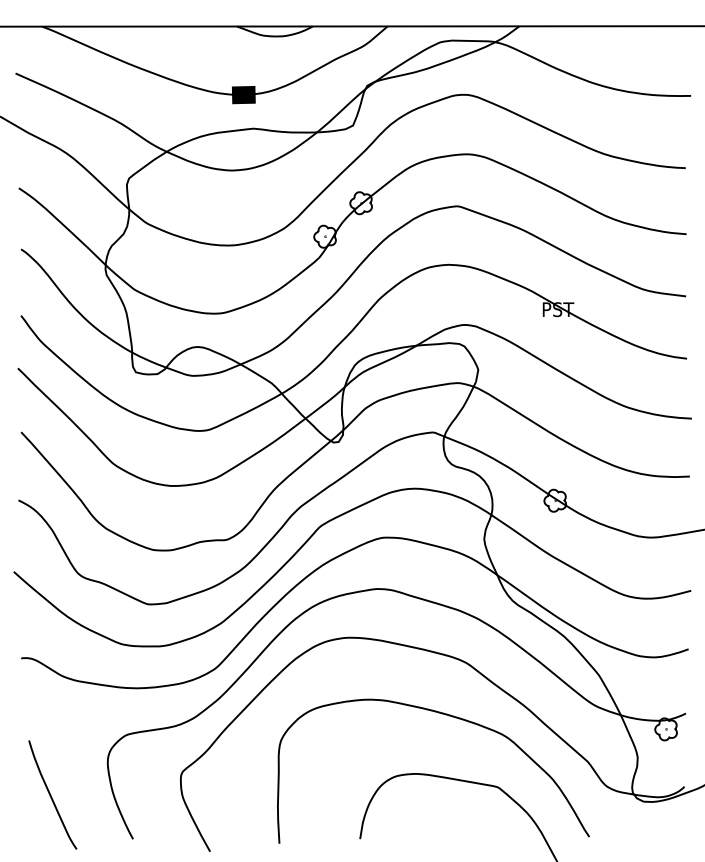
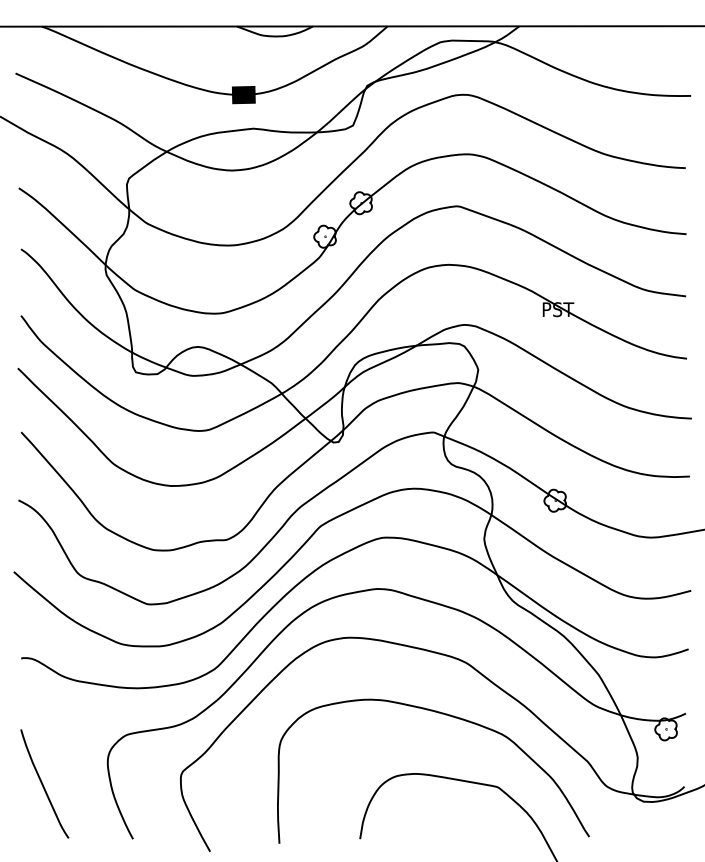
curve at (51, 795) position: (51, 795) -> (43, 784)
